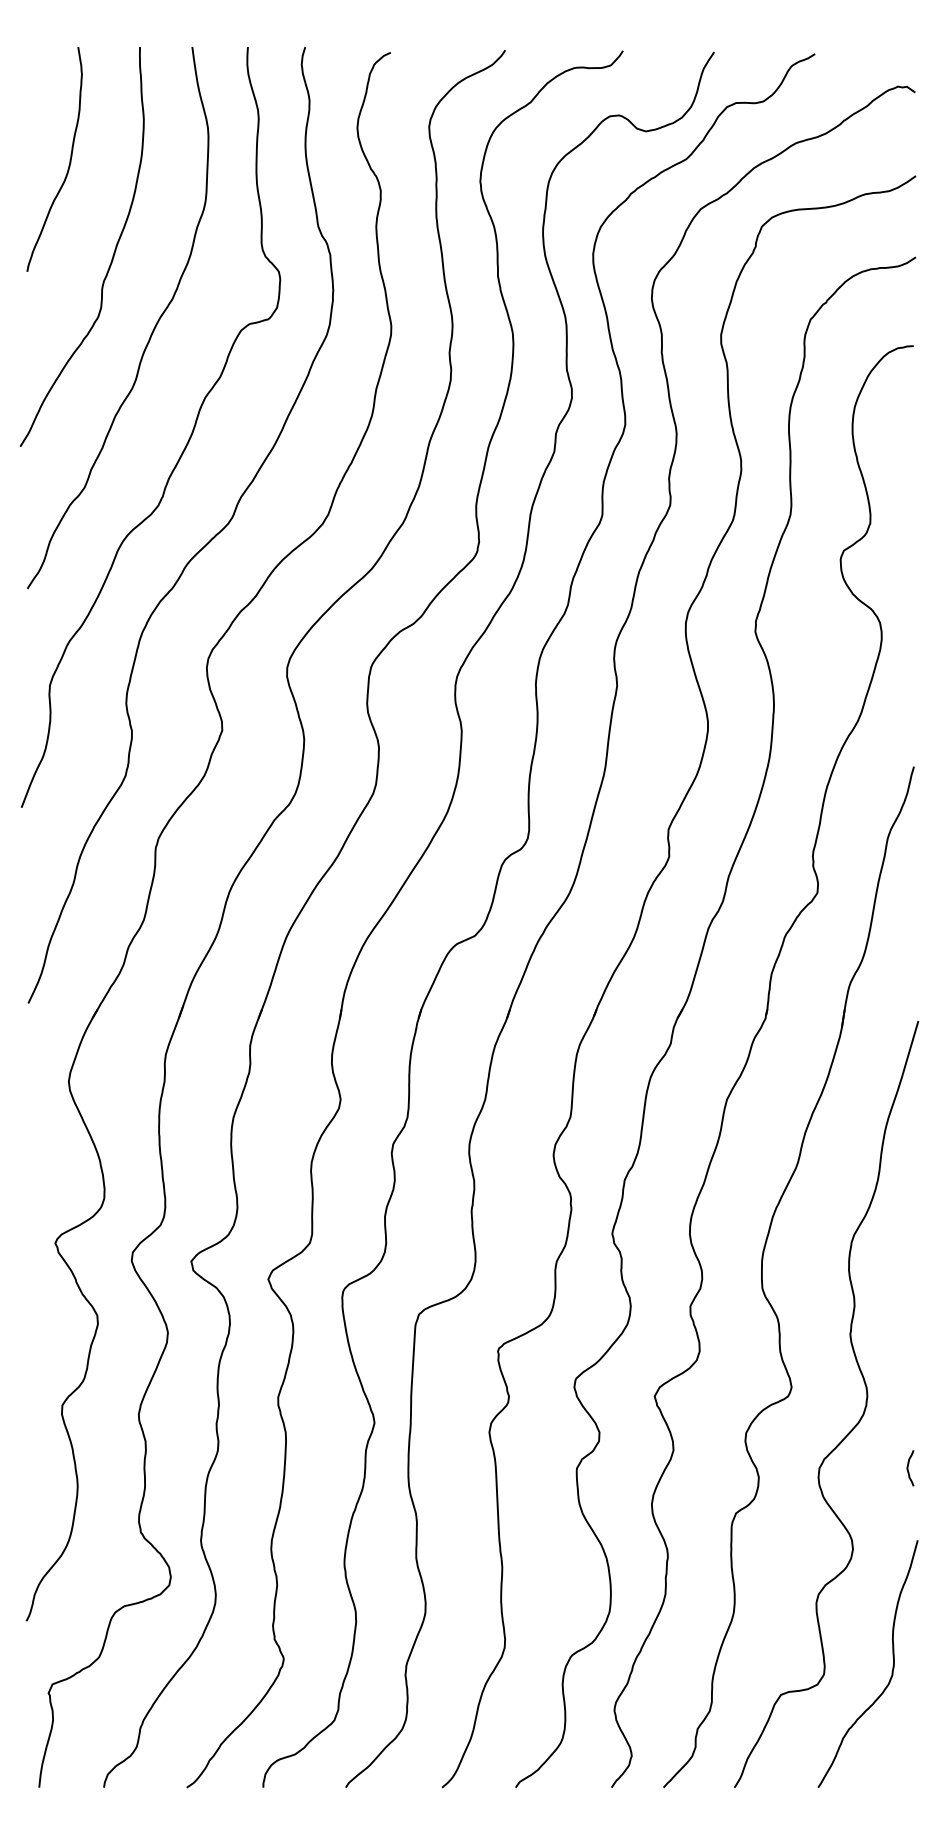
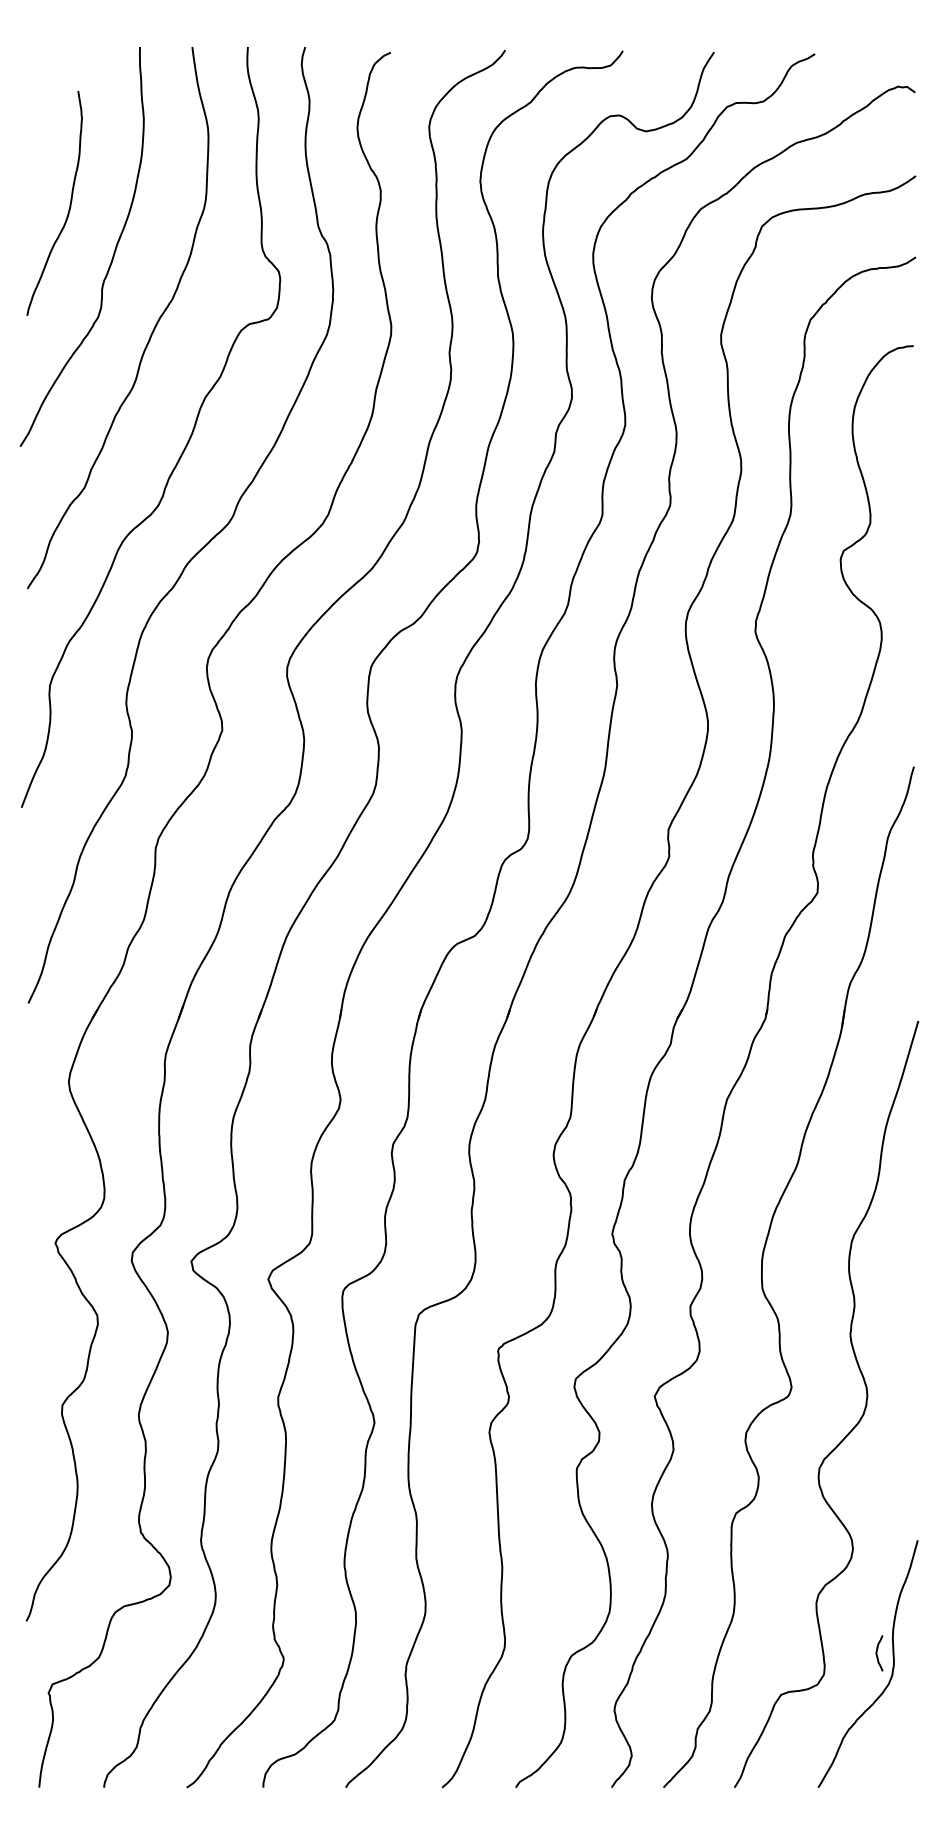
curve at (69, 160) position: (69, 160) -> (69, 204)
curve at (908, 1468) position: (908, 1468) -> (877, 1653)
